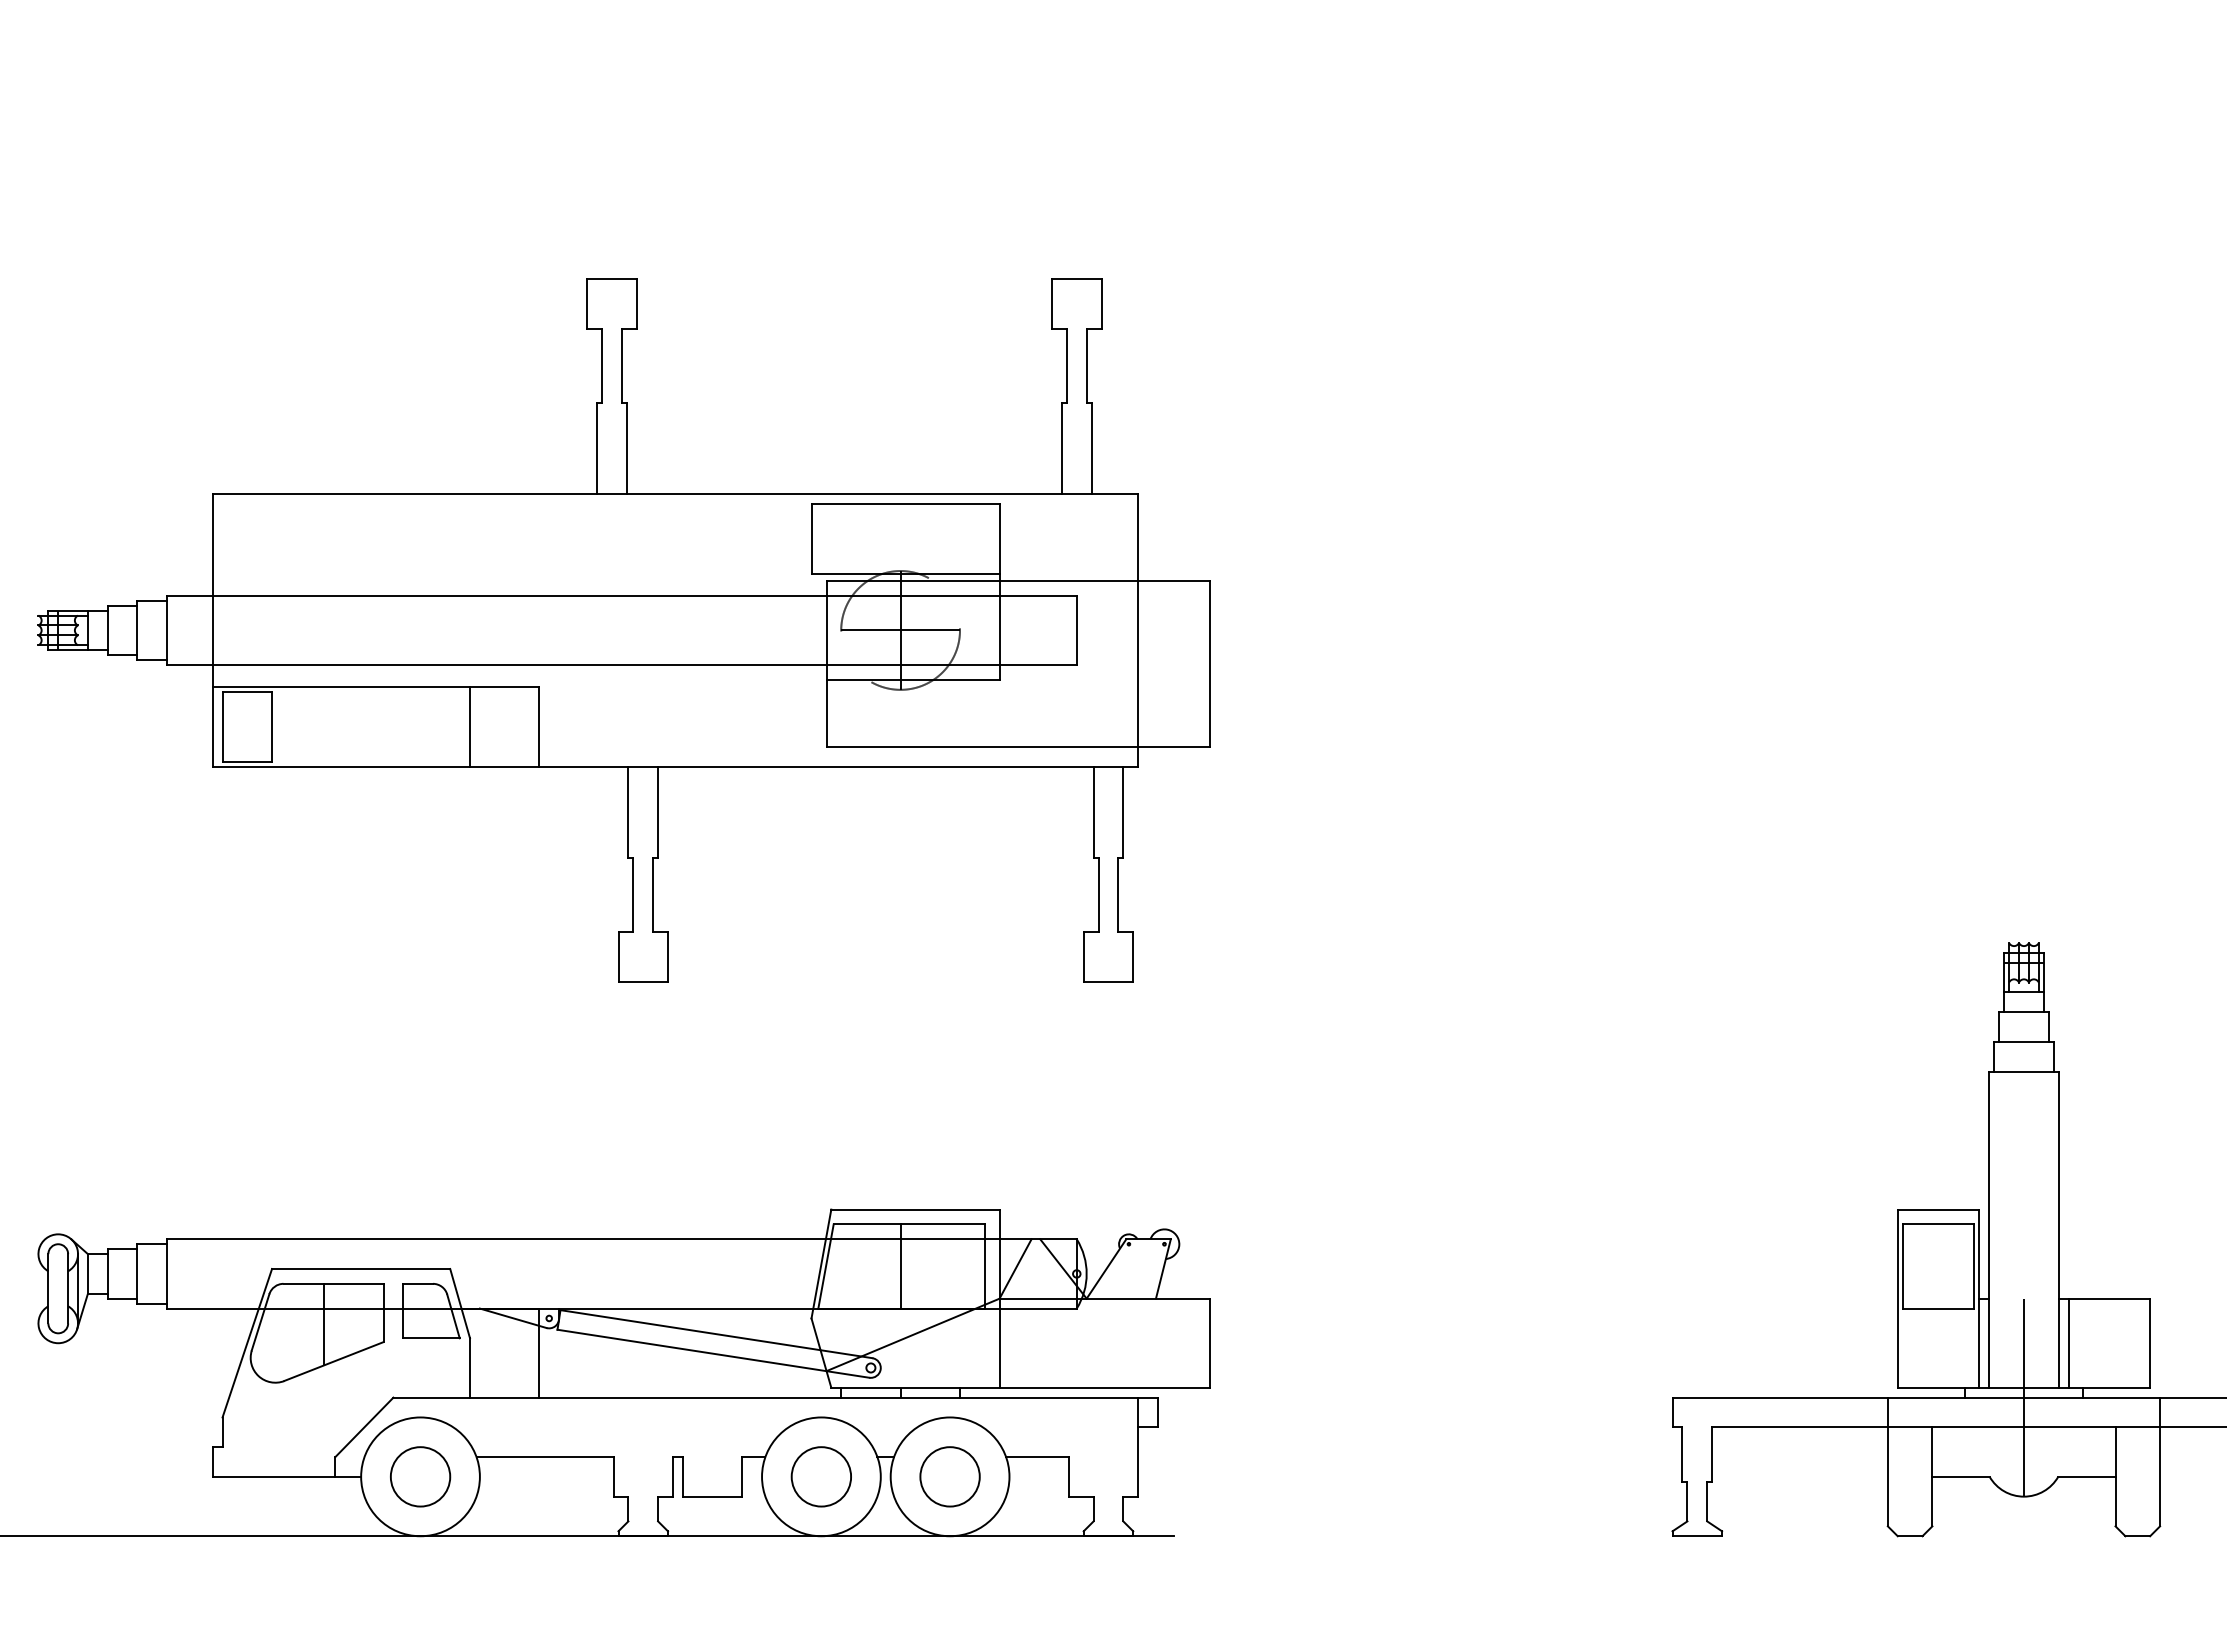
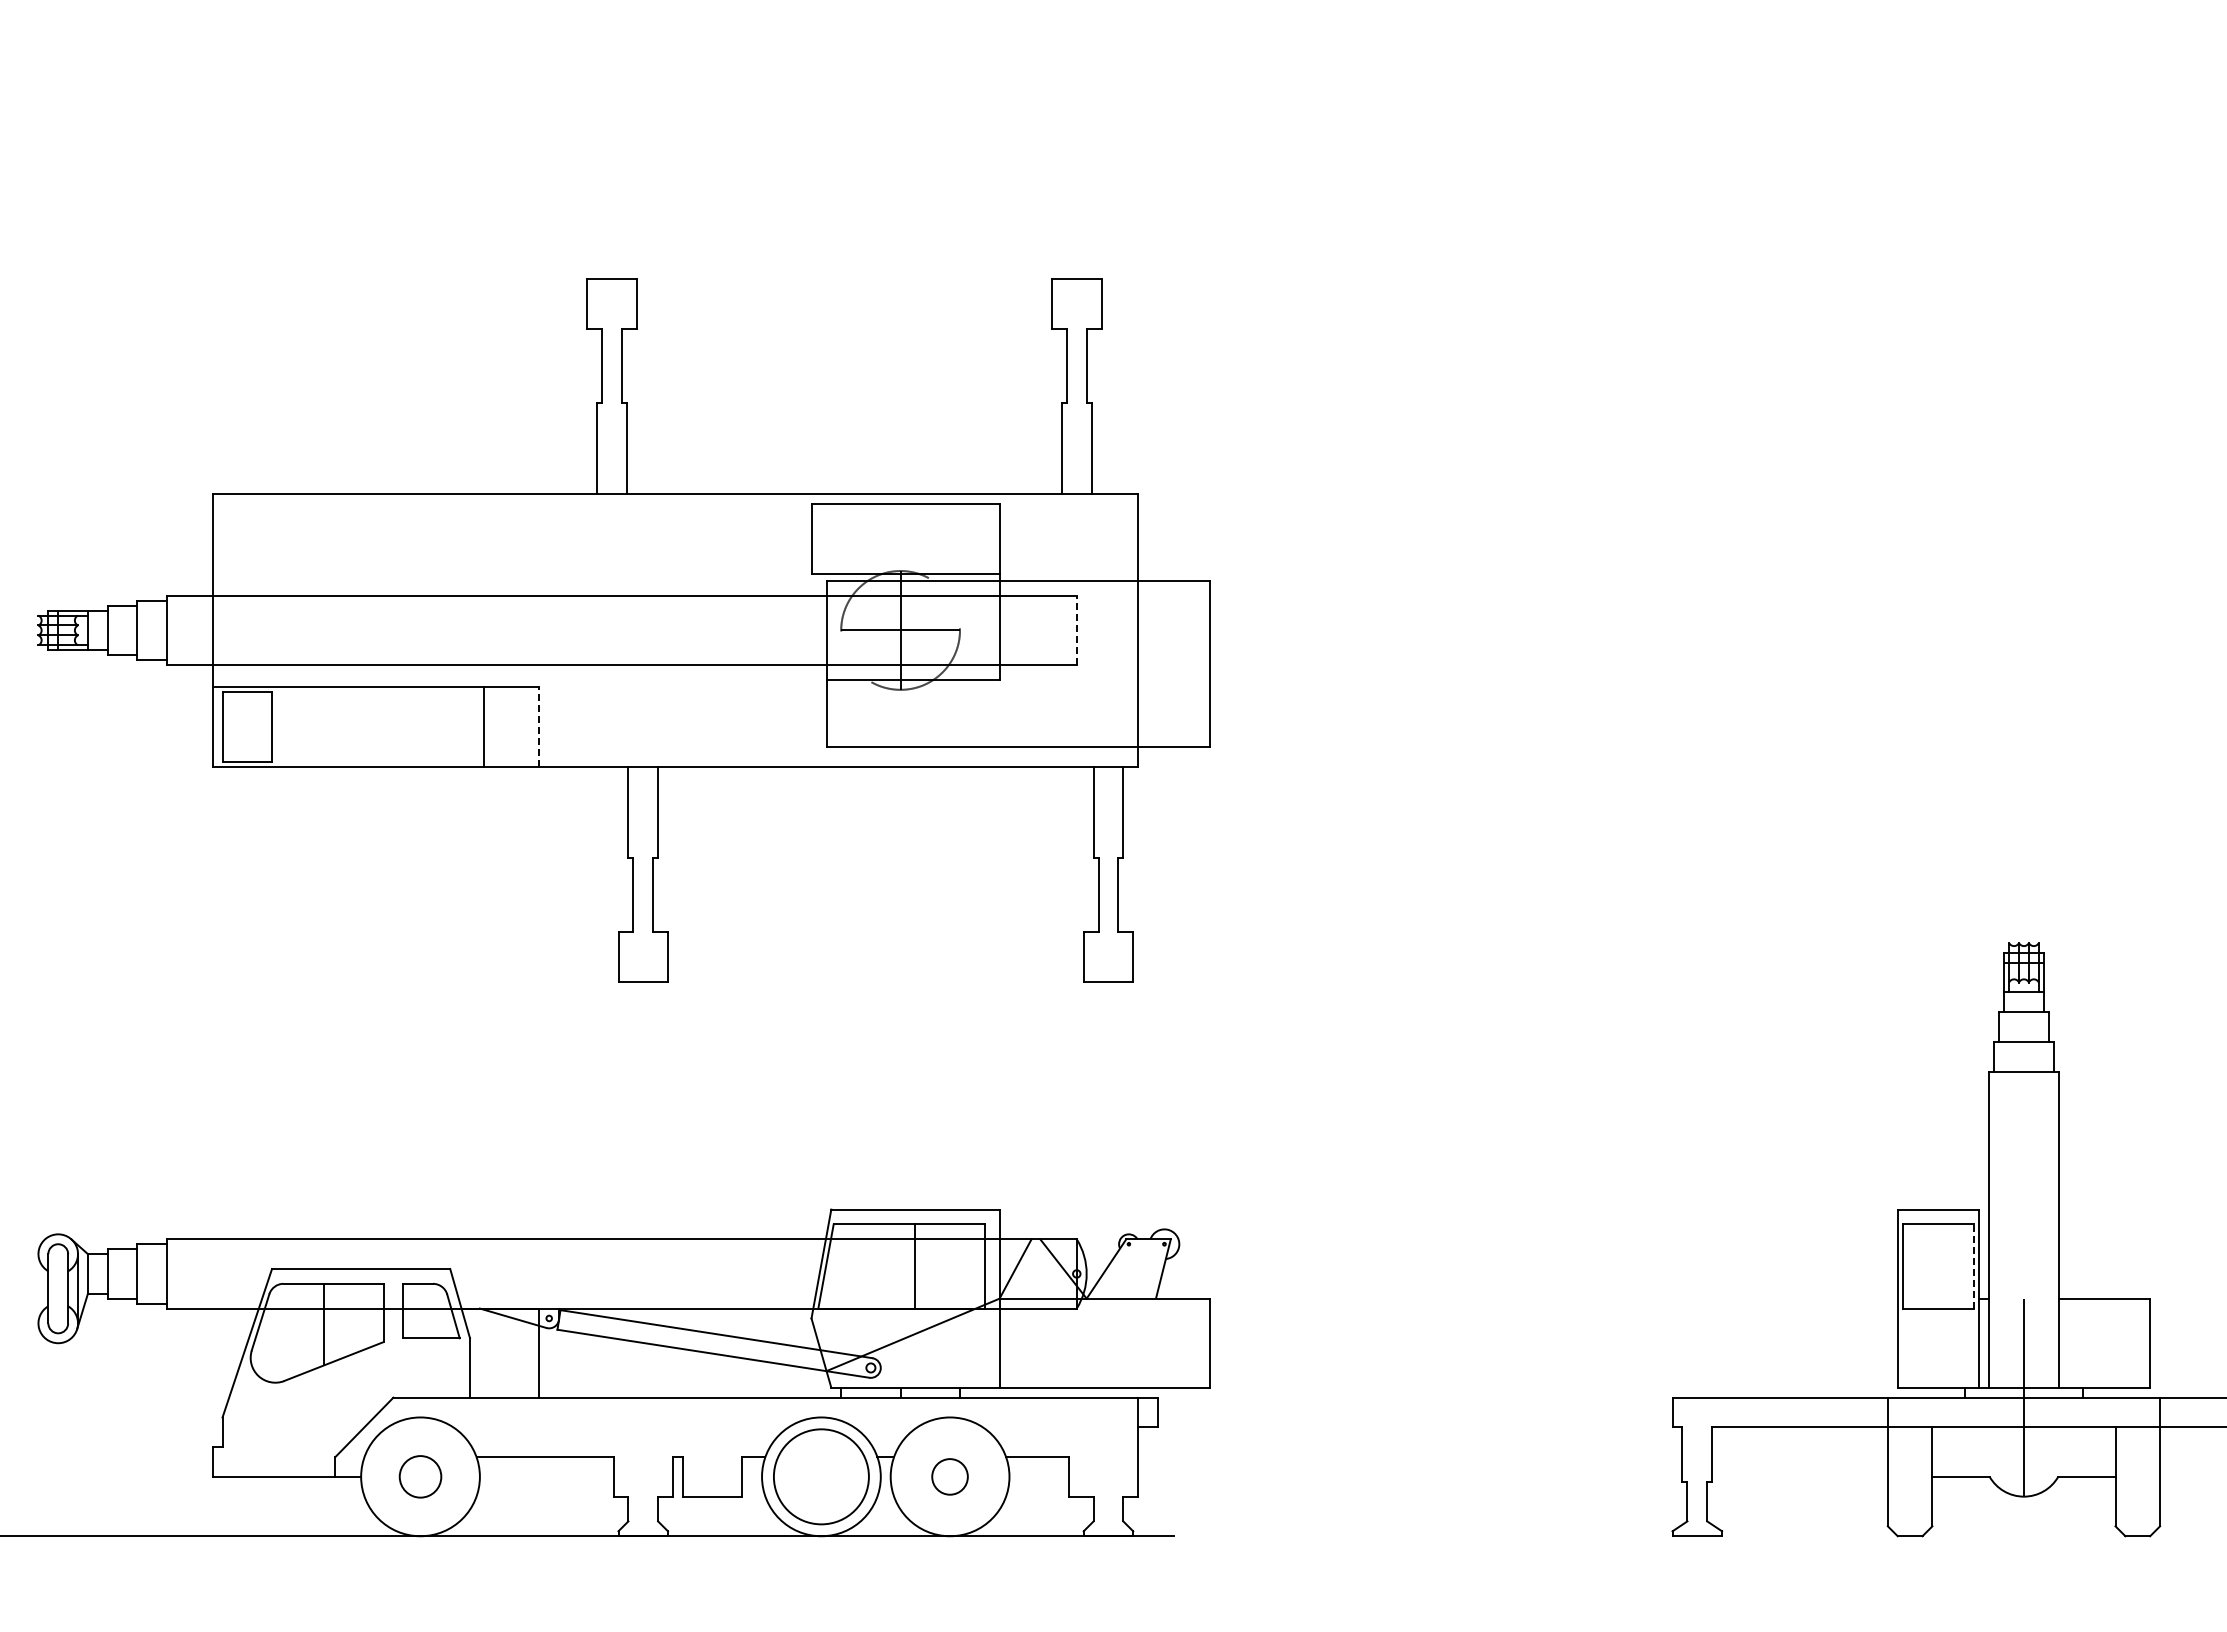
line at (1076, 630): solid -> dashed
line at (470, 726) position: (470, 726) -> (484, 726)
line at (539, 726): solid -> dashed
line at (900, 1266) position: (900, 1266) -> (914, 1266)
line at (1974, 1266): solid -> dashed
line at (2068, 1342): present -> none
circle at (420, 1476) diameter: 59 px -> 42 px
circle at (821, 1476) diameter: 59 px -> 95 px
circle at (949, 1476) size: 62x62 px -> 38x38 px
